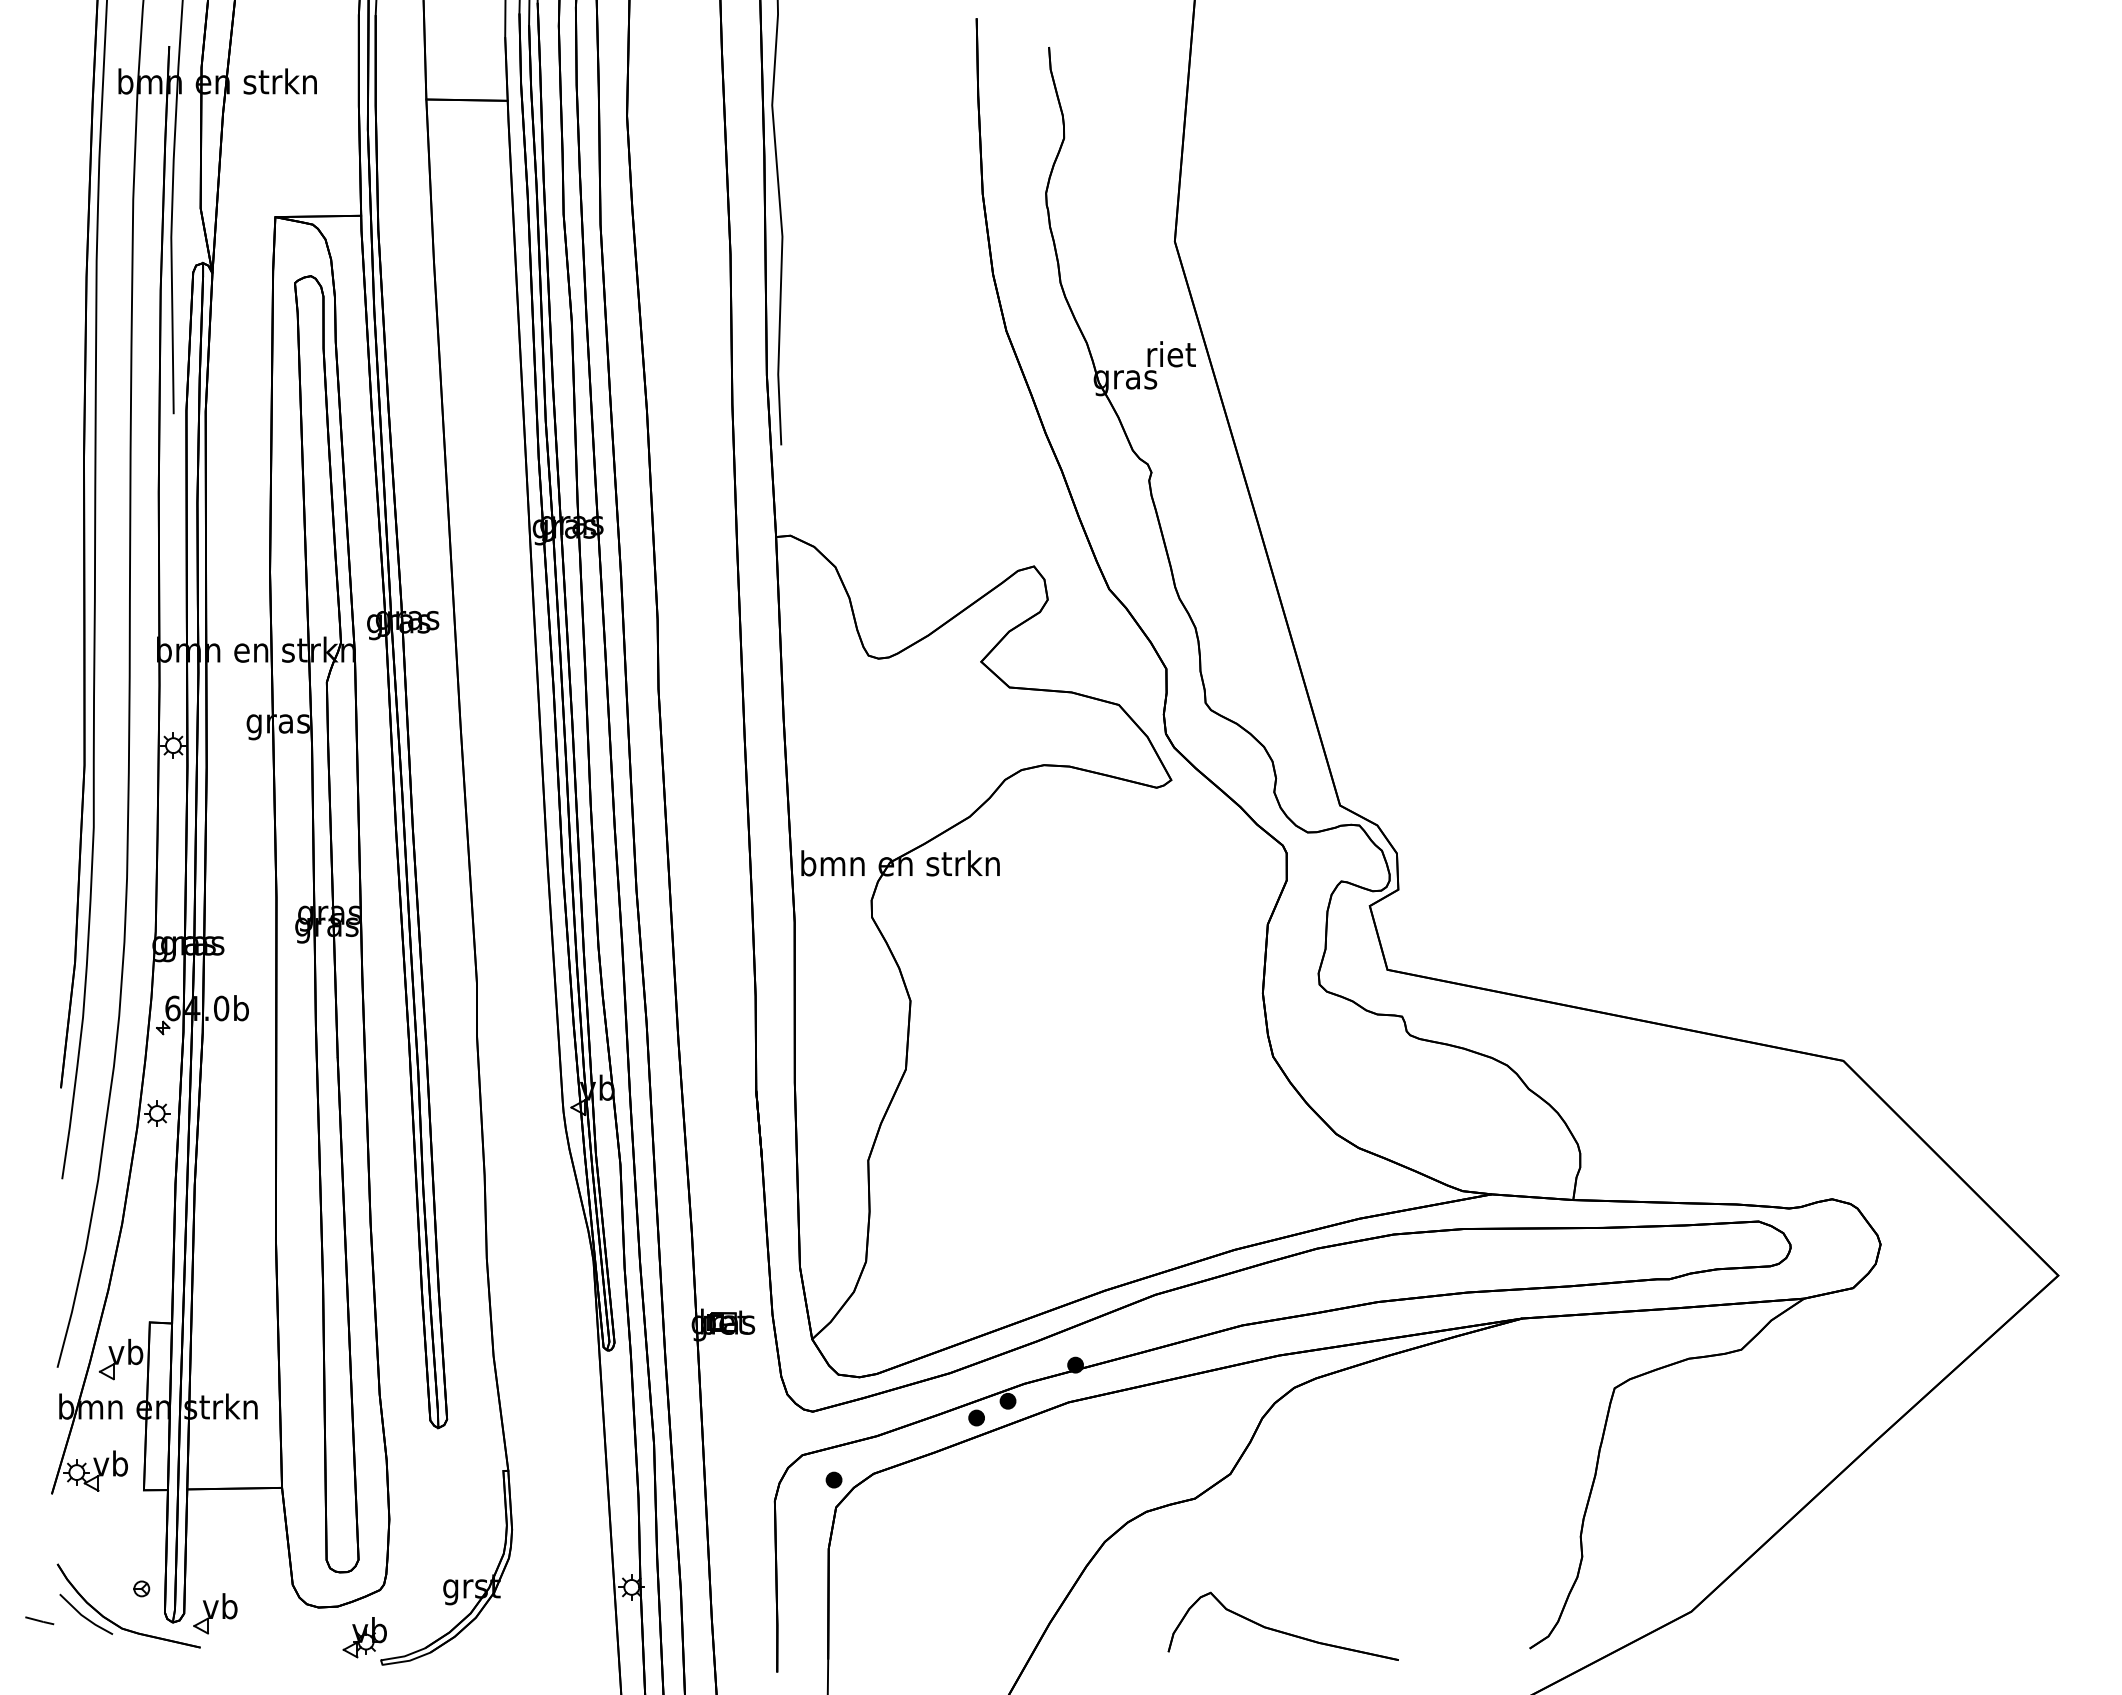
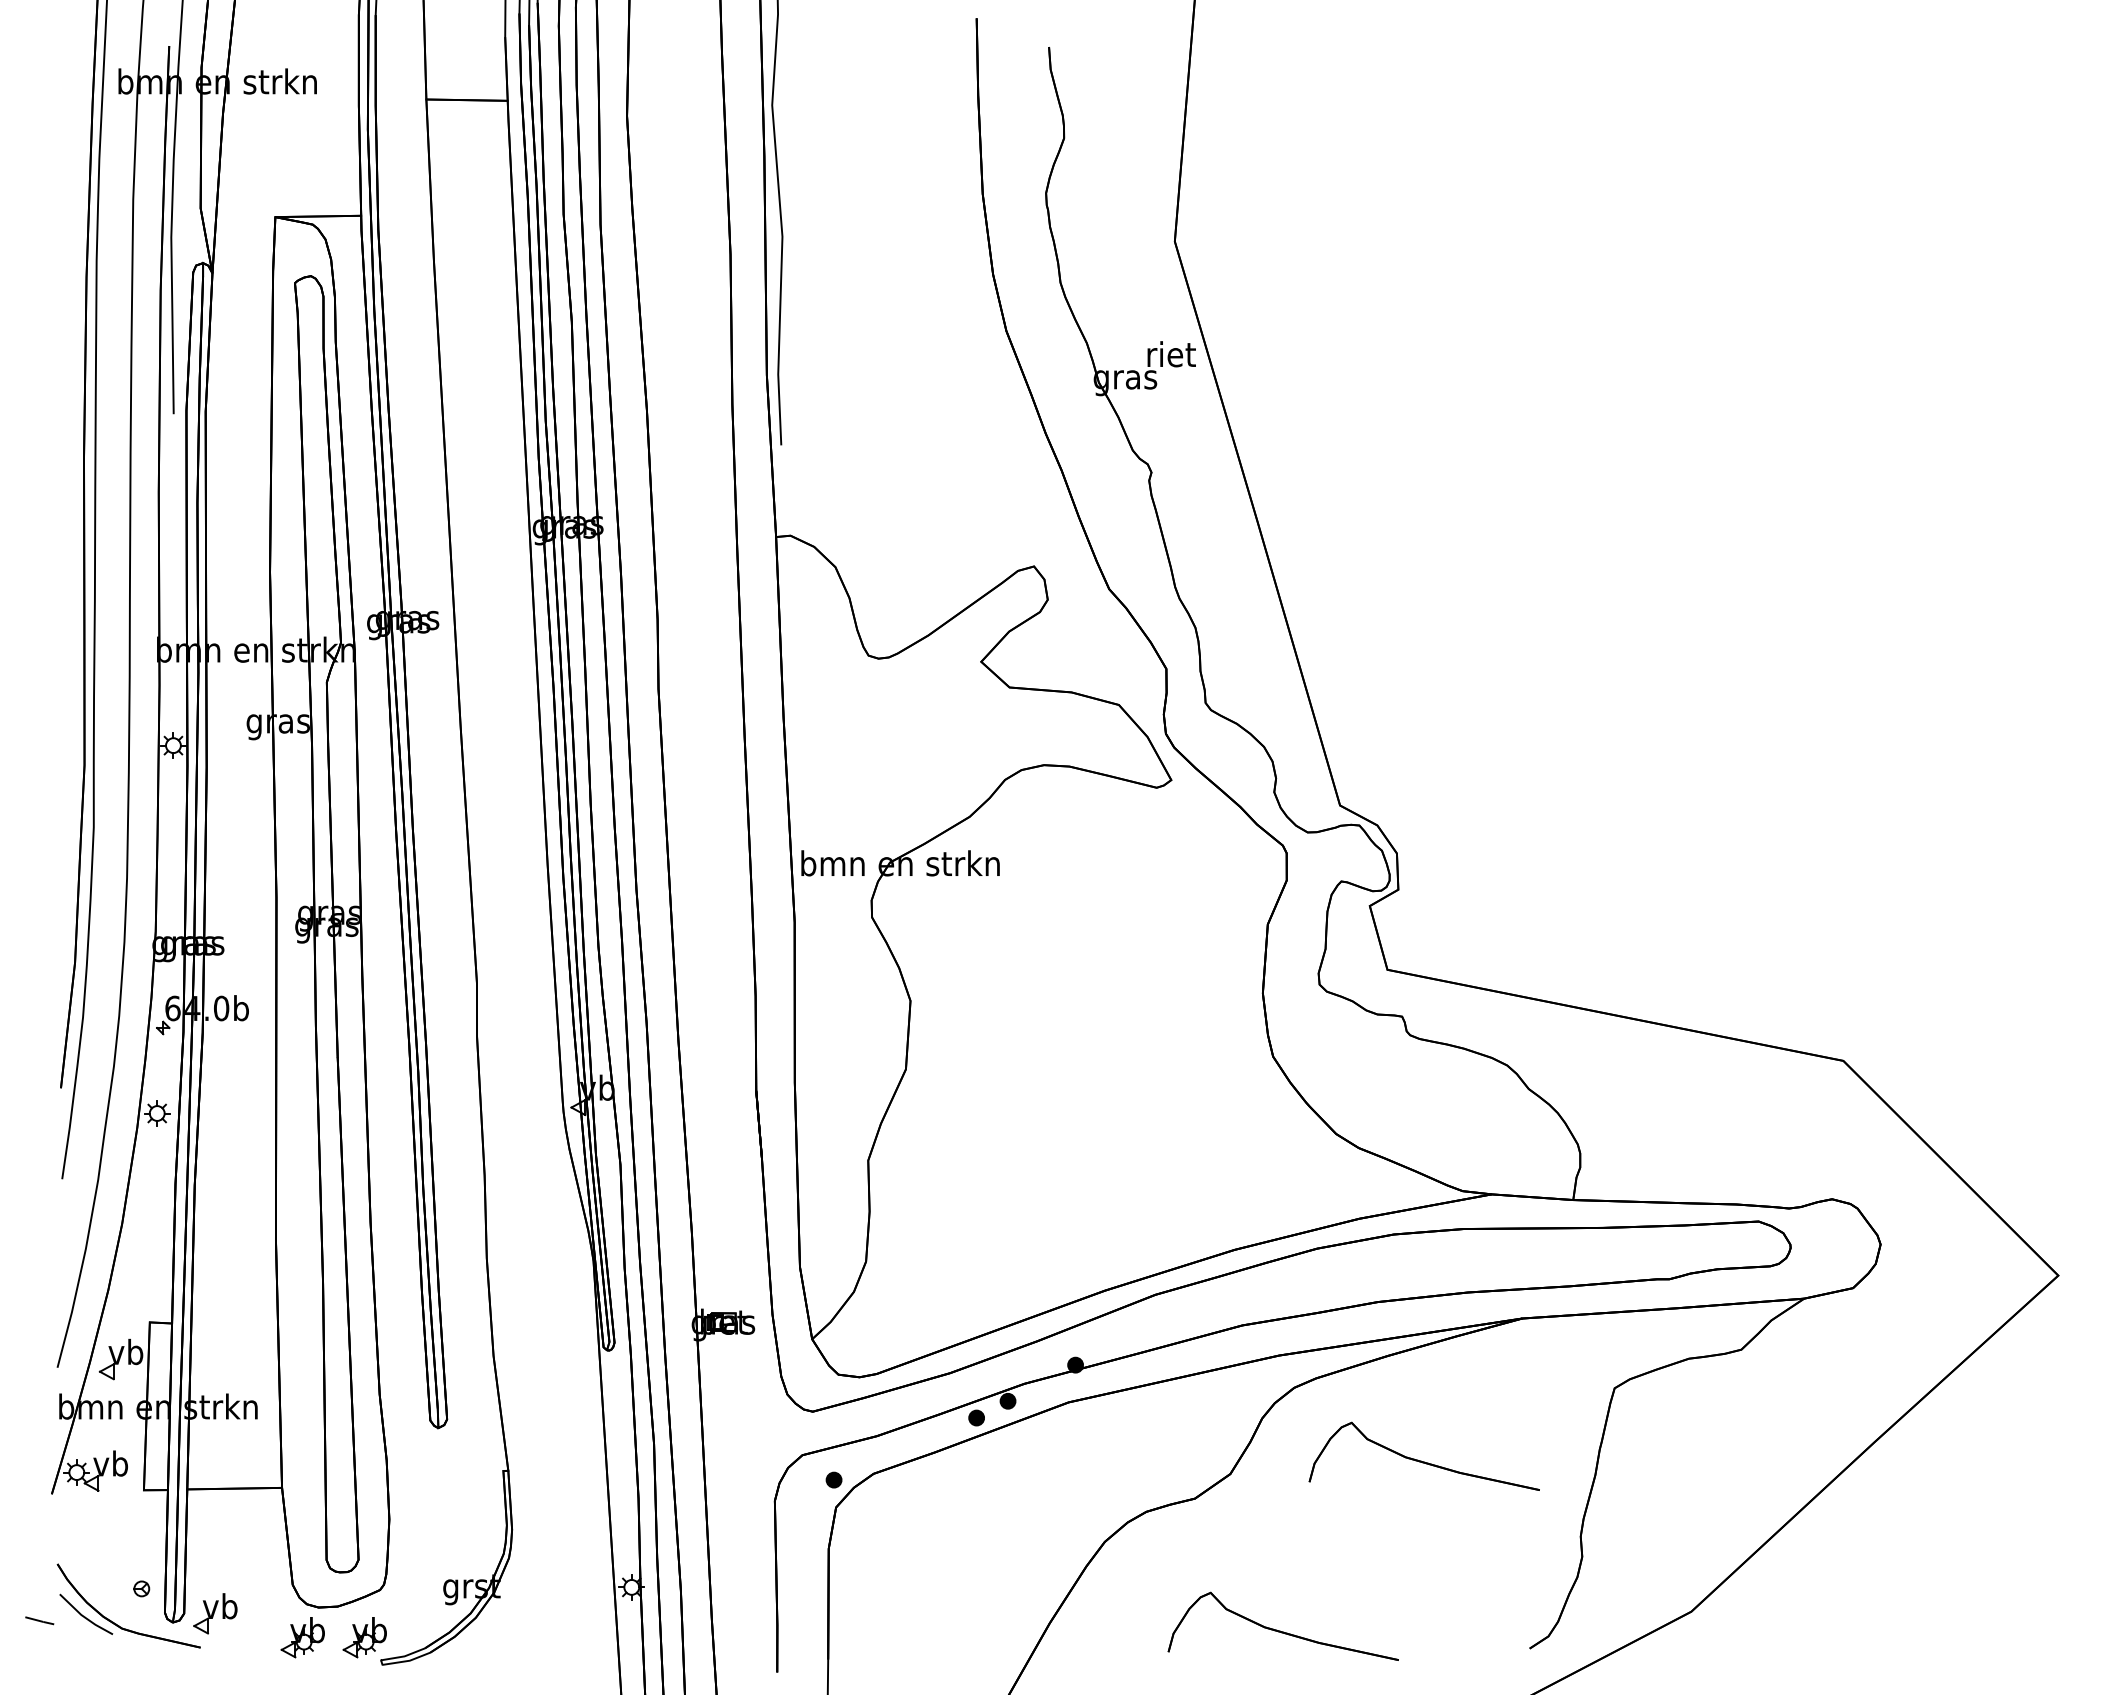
part at (1423, 1455): none -> present
part at (302, 1637): none -> present
